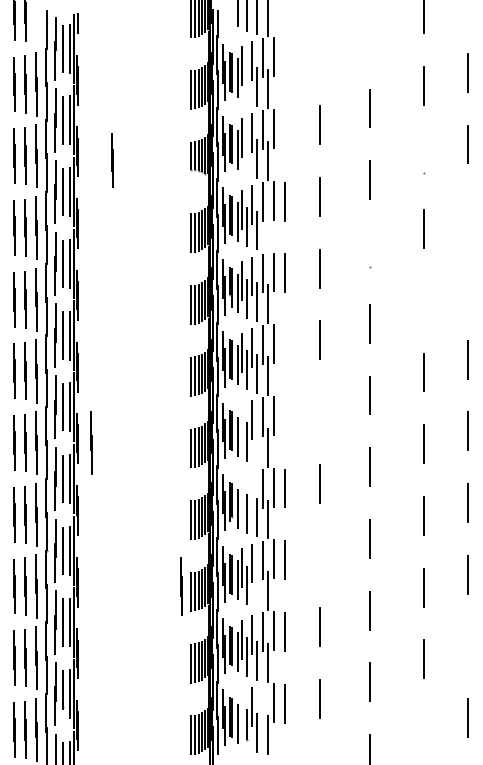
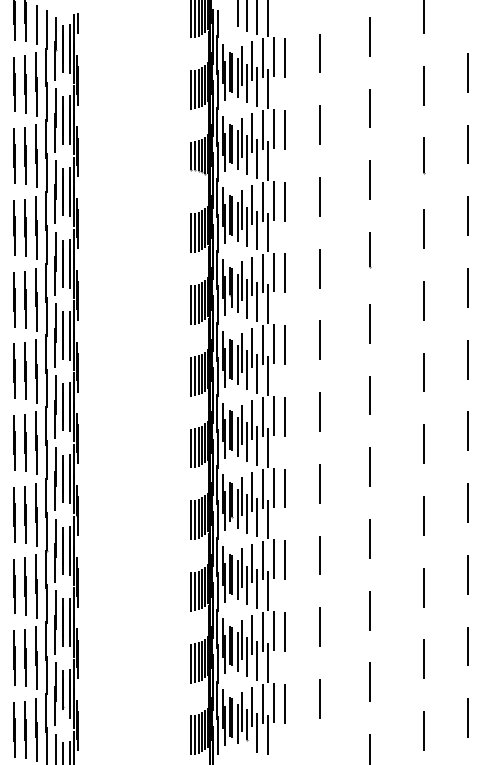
line at (36, 24): none -> present
line at (369, 36): none -> present
line at (320, 53): none -> present
line at (285, 58): none -> present
line at (247, 83): none -> present
line at (285, 129): none -> present
line at (247, 155): none -> present
line at (423, 155): none -> present
line at (112, 160): present -> none
line at (468, 216): none -> present
line at (267, 232): none -> present
line at (370, 249): none -> present
line at (468, 287): none -> present
line at (423, 300): none -> present
line at (285, 345): none -> present
line at (320, 411): none -> present
line at (285, 416): none -> present
line at (241, 424): none -> present
line at (91, 442): present -> none
line at (257, 445): none -> present
line at (251, 491): none -> present
line at (241, 496): none -> present
line at (319, 555): none -> present
line at (181, 586): present -> none
line at (257, 589): none -> present
line at (468, 646): none -> present
line at (262, 703): none -> present
line at (241, 711): none -> present
line at (423, 731): none -> present
